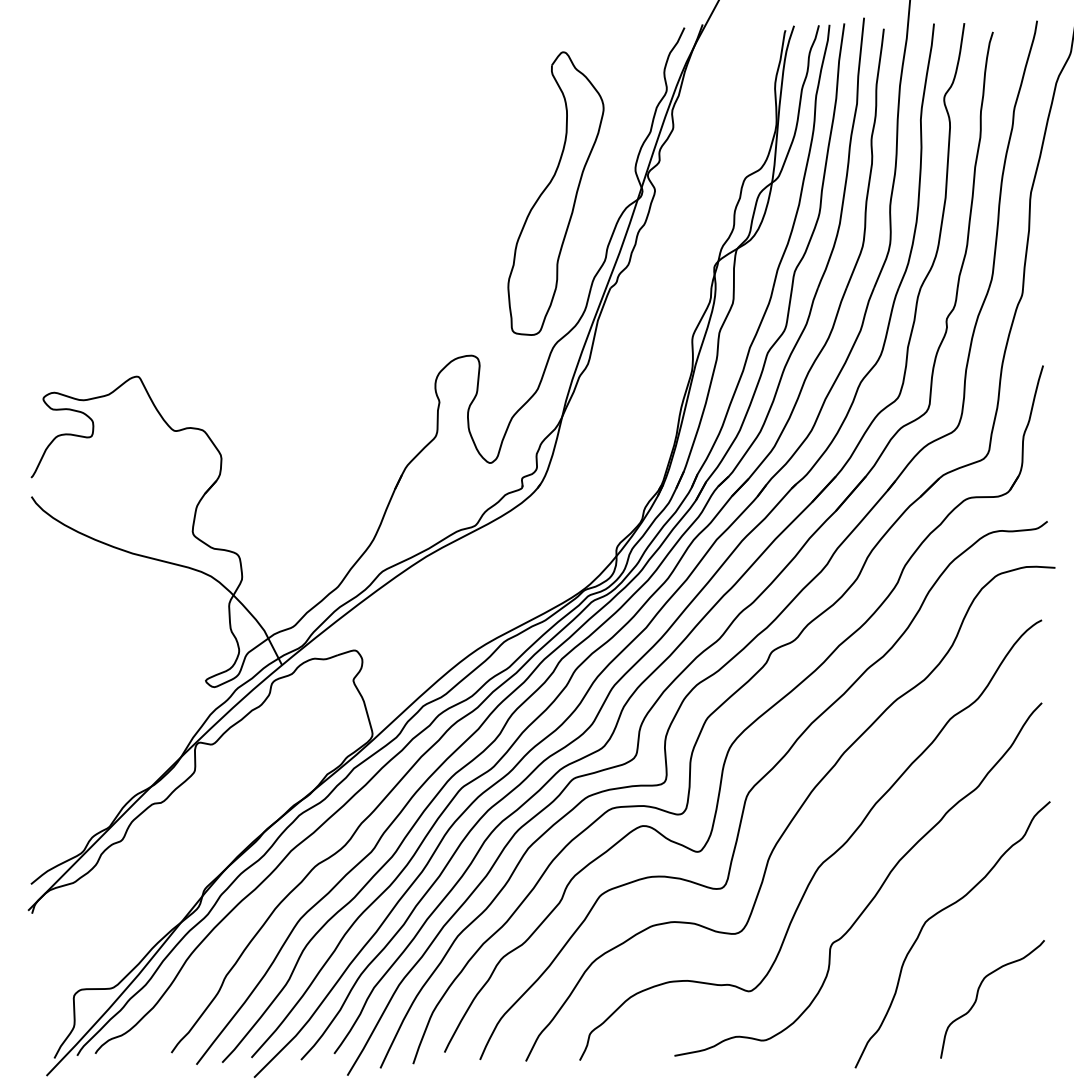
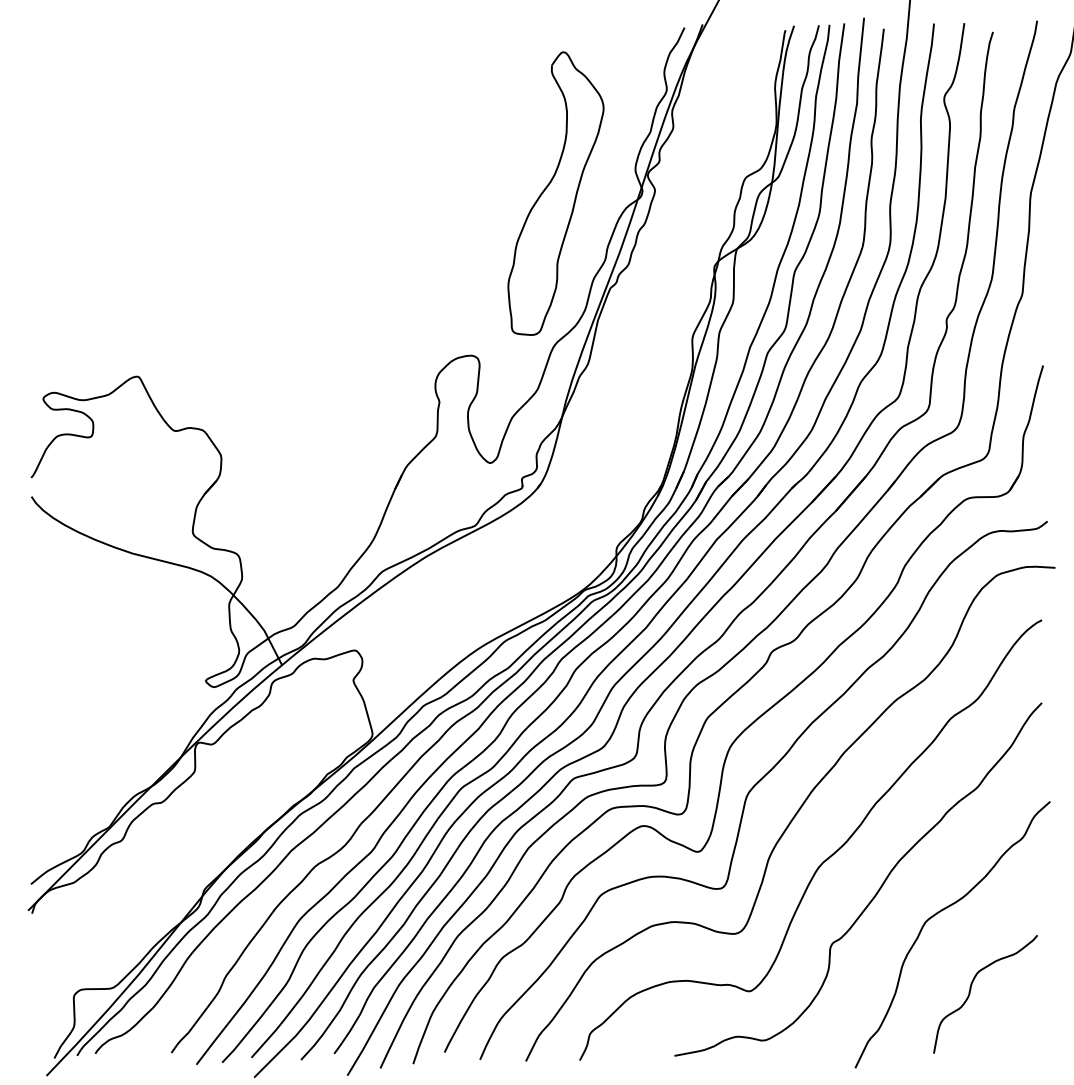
curve at (978, 994) position: (978, 994) -> (971, 989)
